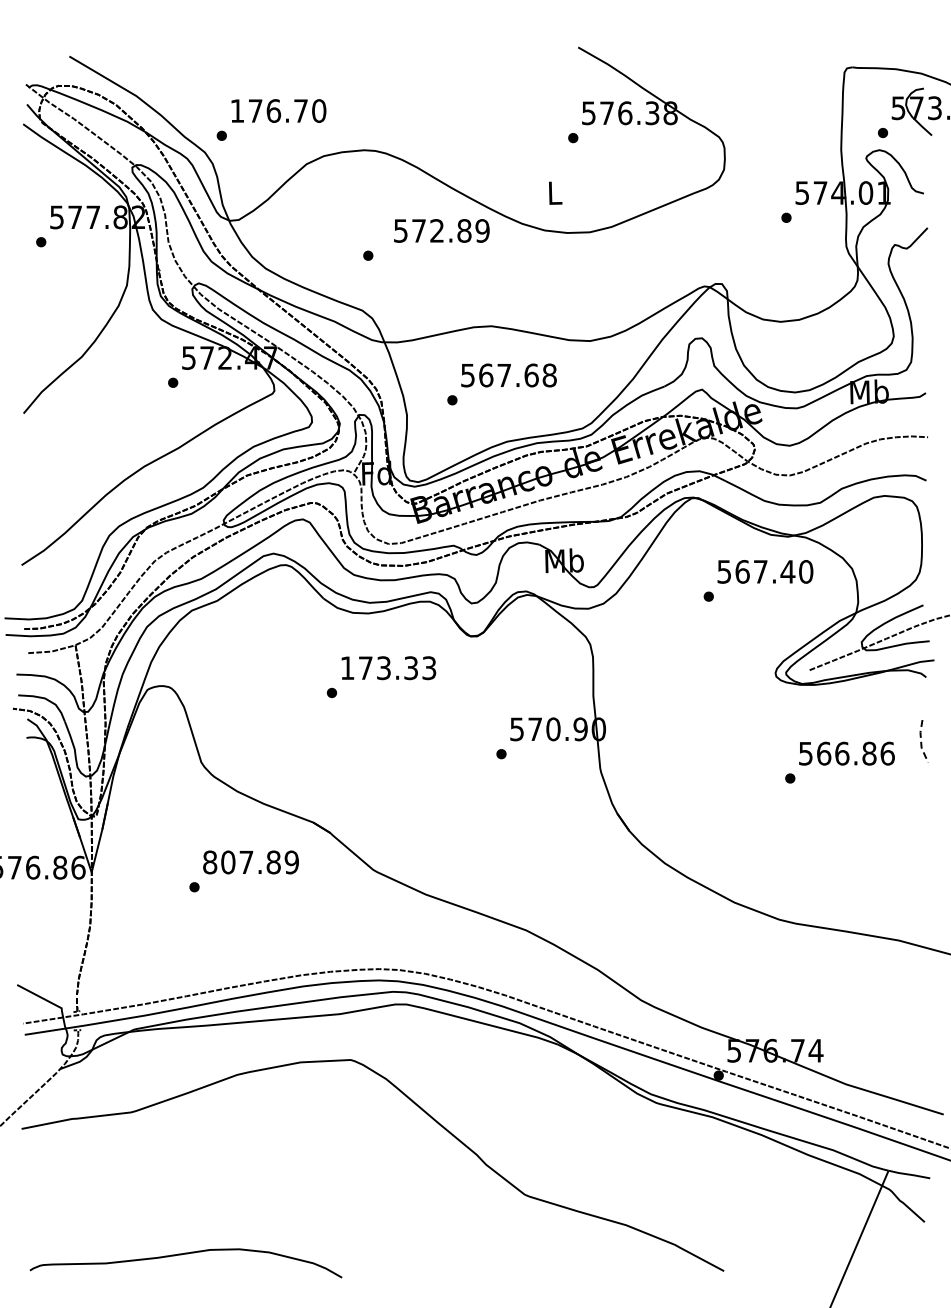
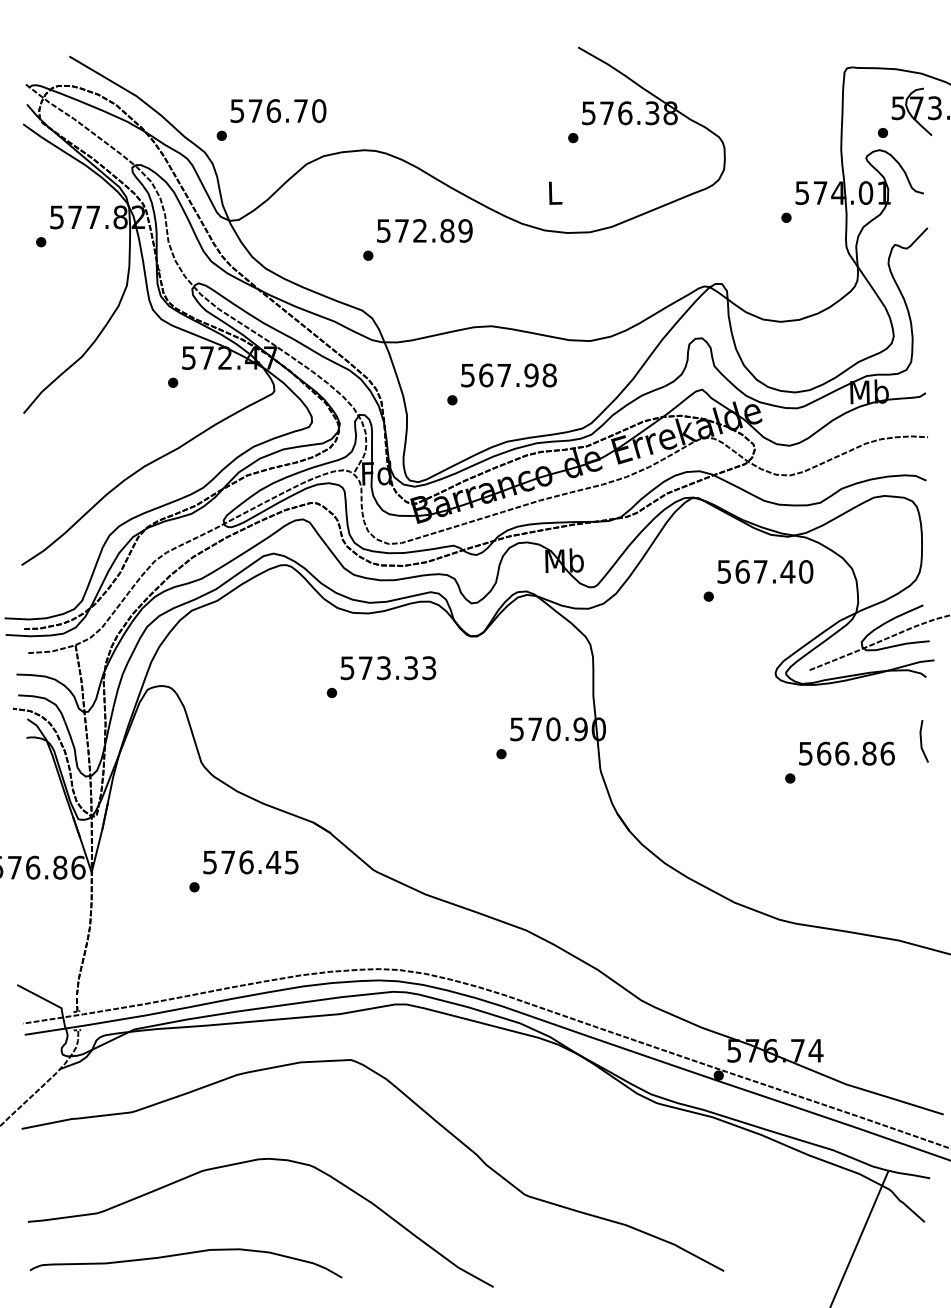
text at (237, 110): 176.70 -> 576.70
text at (441, 230) position: (441, 230) -> (424, 230)
text at (531, 375): 567.68 -> 567.98
text at (347, 668): 173.33 -> 573.33
line at (921, 742): dashed -> solid
text at (250, 862): 807.89 -> 576.45
curve at (249, 1162): none -> present
